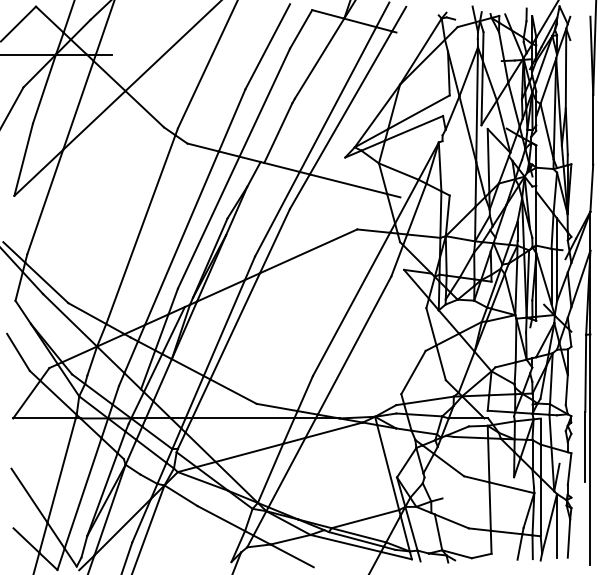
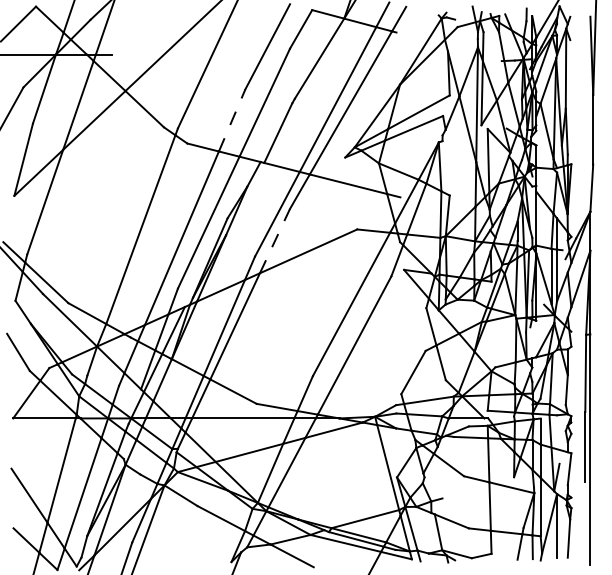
line at (232, 120): solid -> dashed
line at (275, 240): solid -> dashed
